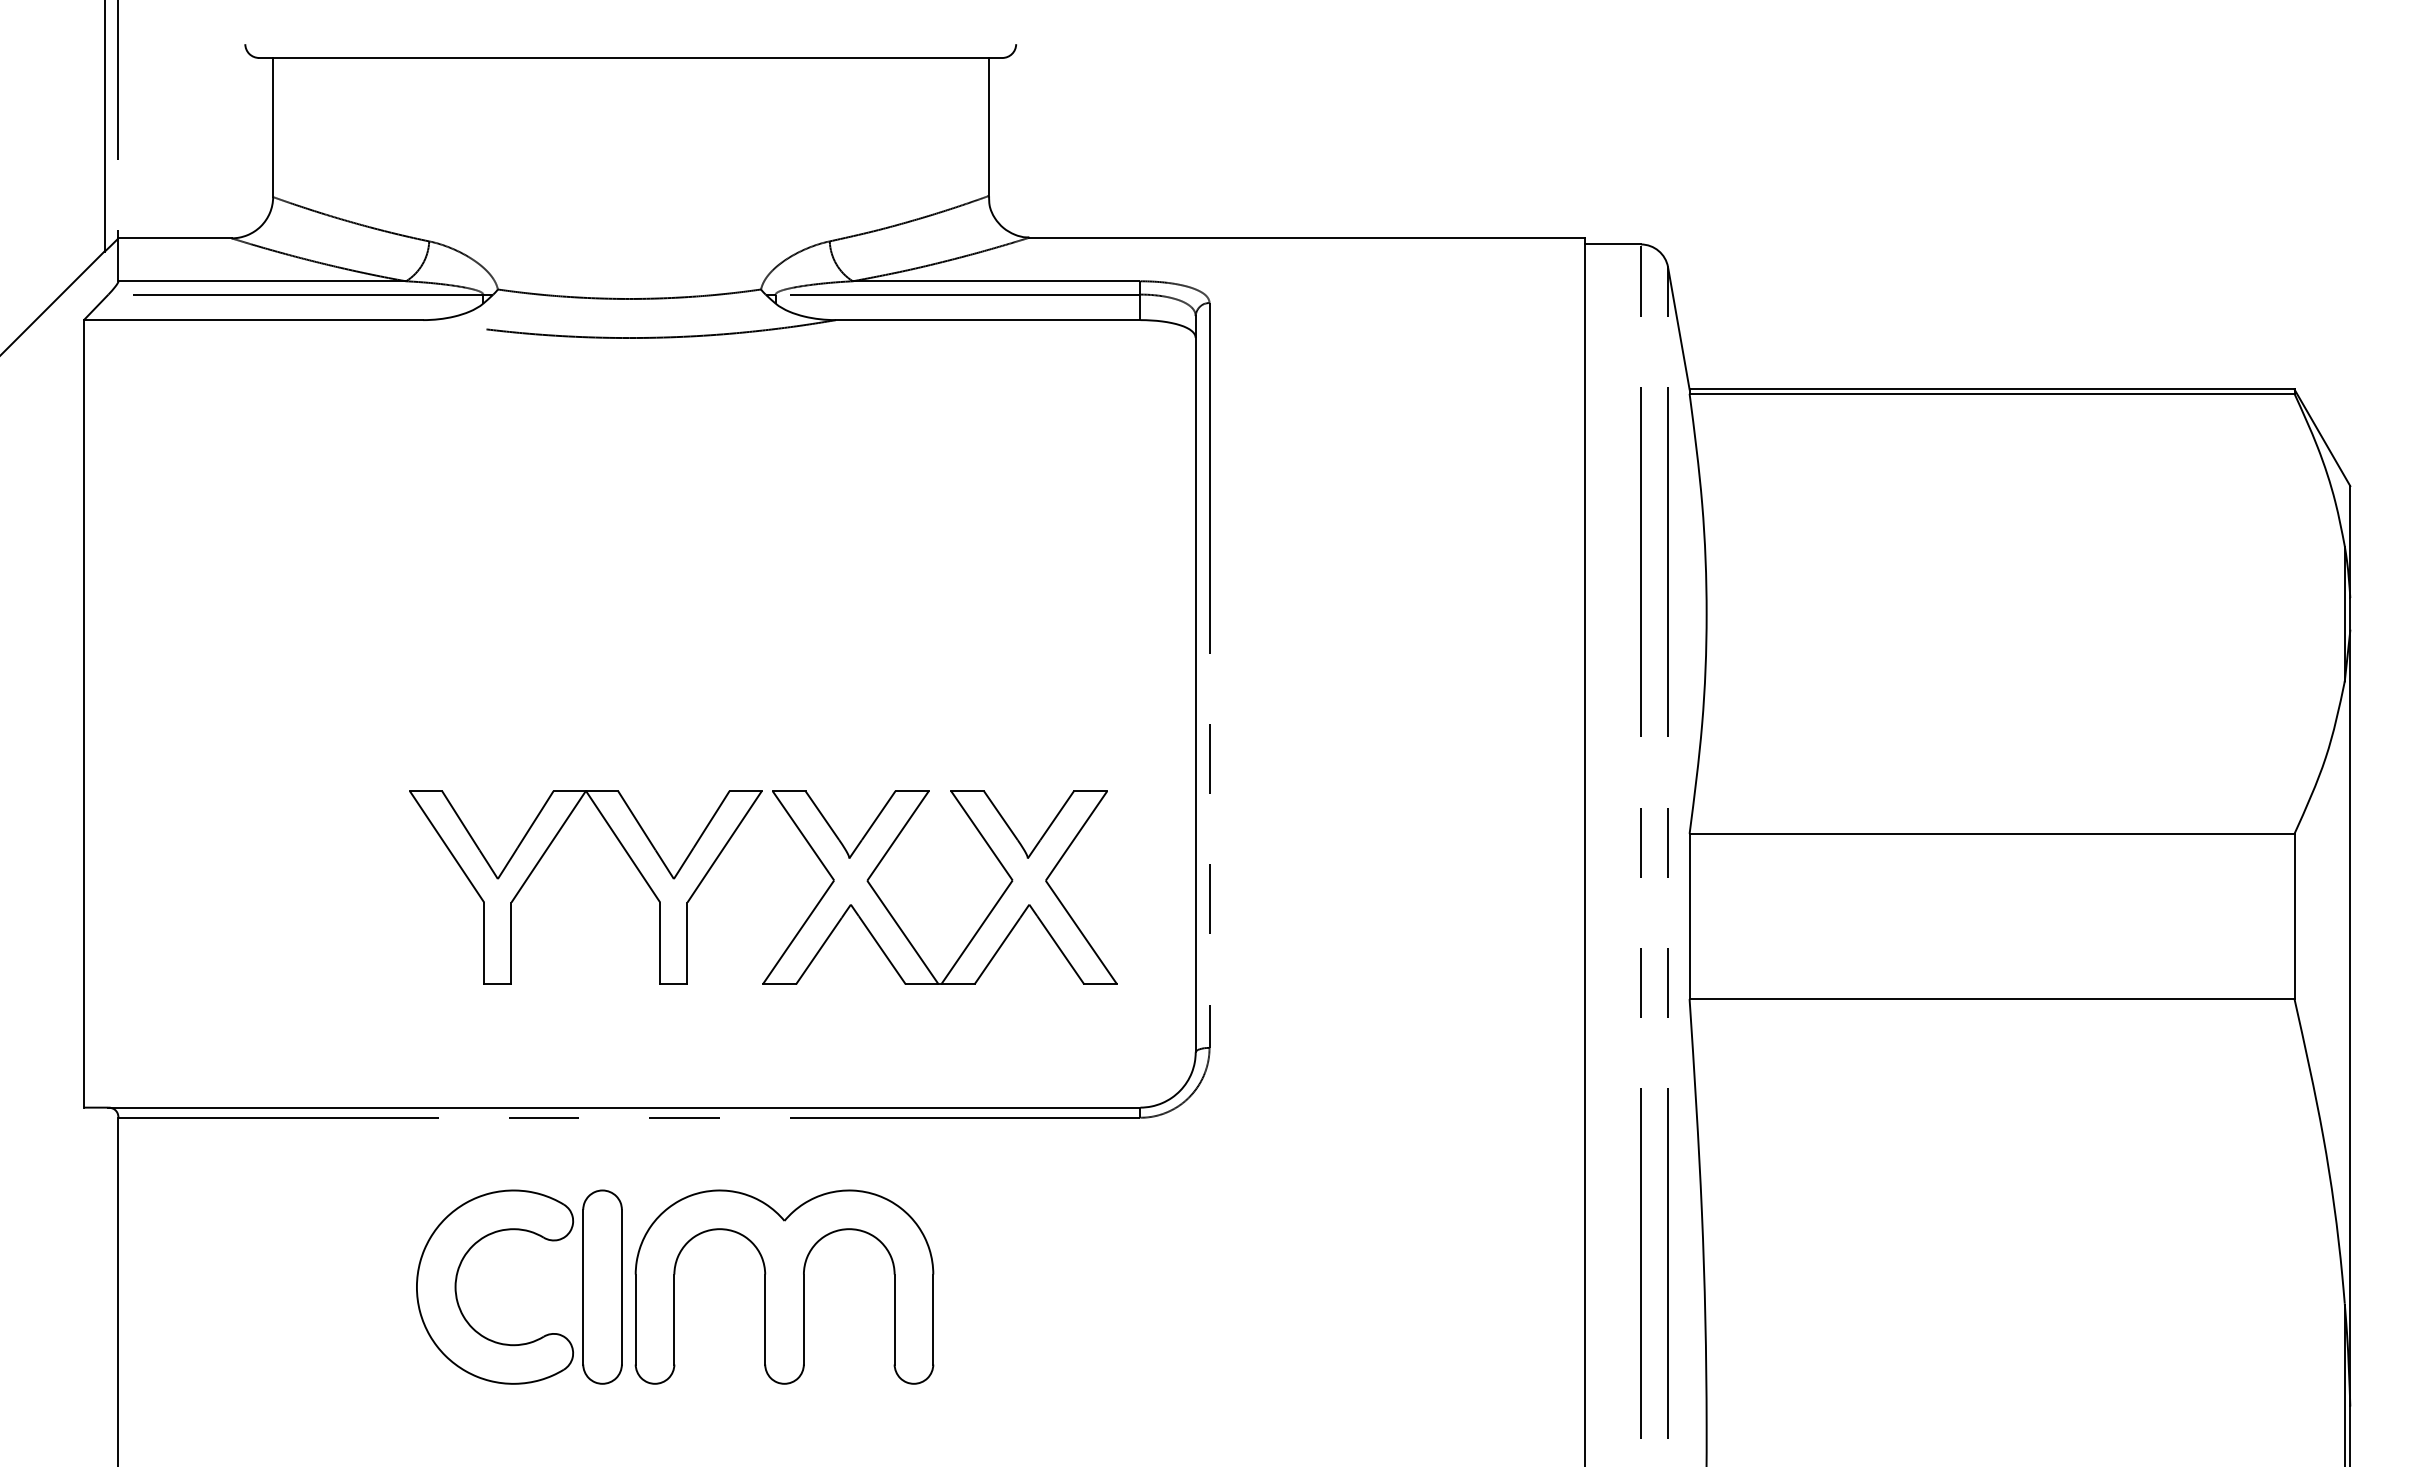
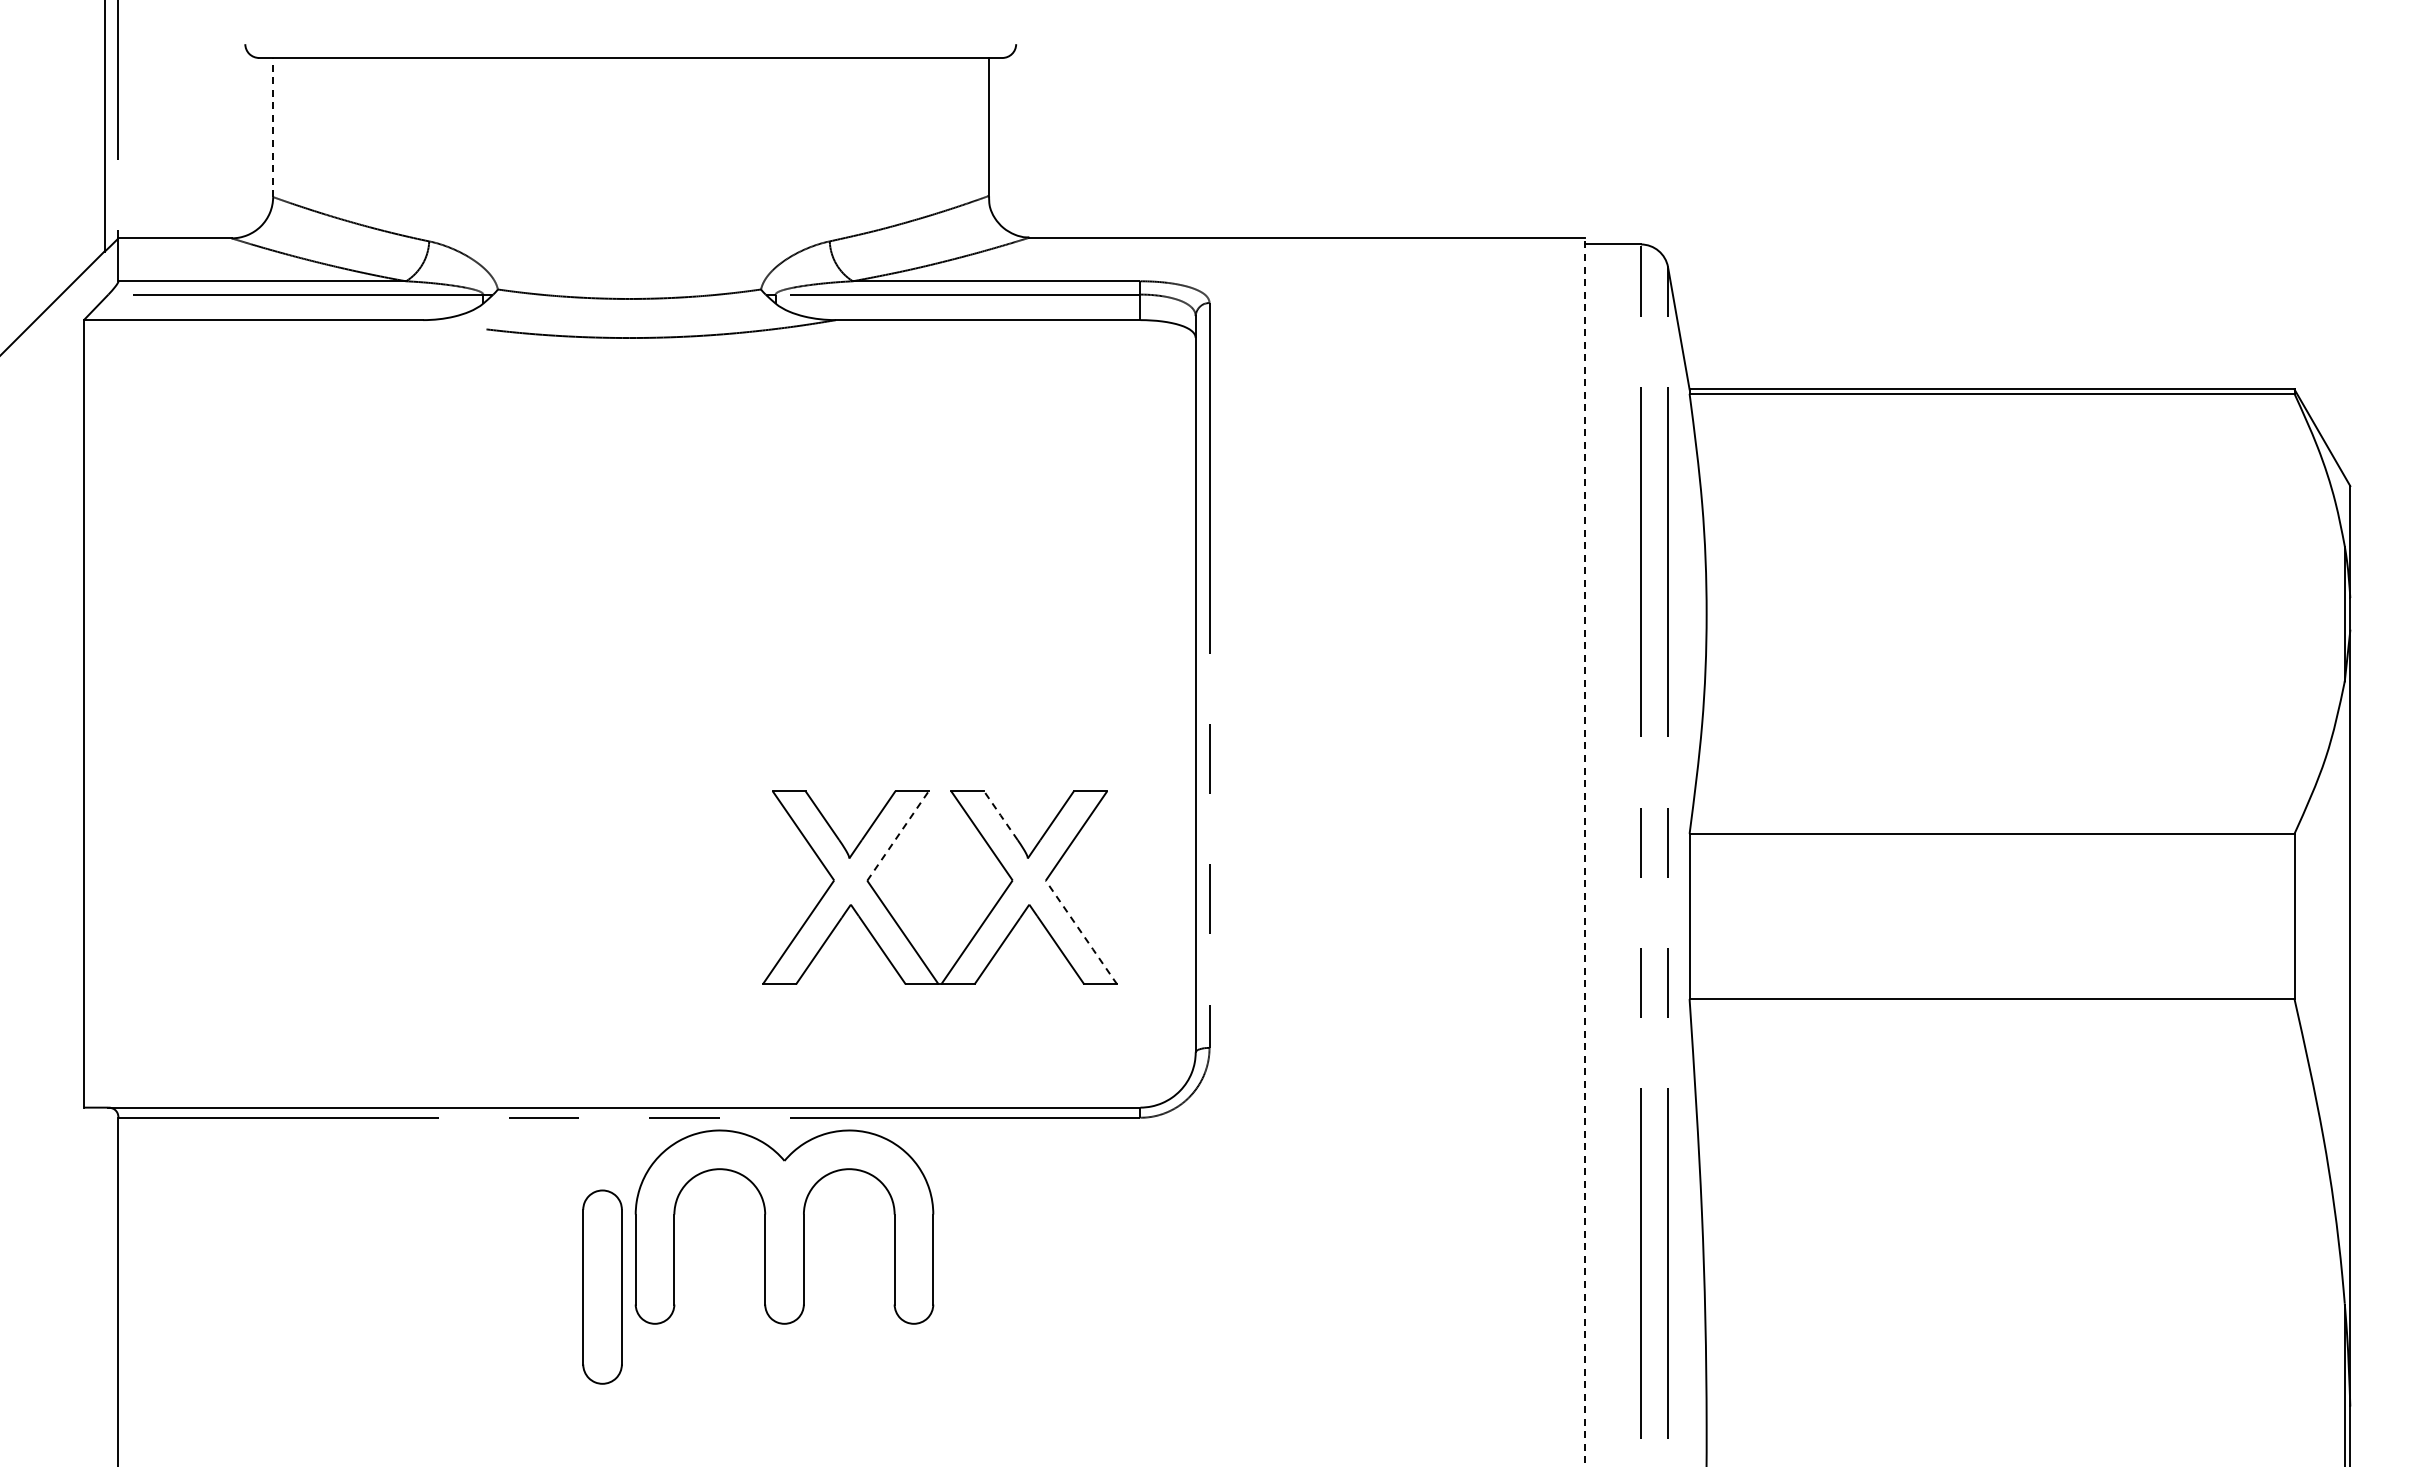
line at (273, 127): solid -> dashed
line at (1000, 815): solid -> dashed
line at (898, 835): solid -> dashed
line at (1585, 851): solid -> dashed
part at (541, 859): present -> none
line at (1081, 932): solid -> dashed
part at (457, 1279): present -> none
part at (784, 1286) position: (784, 1286) -> (784, 1226)
